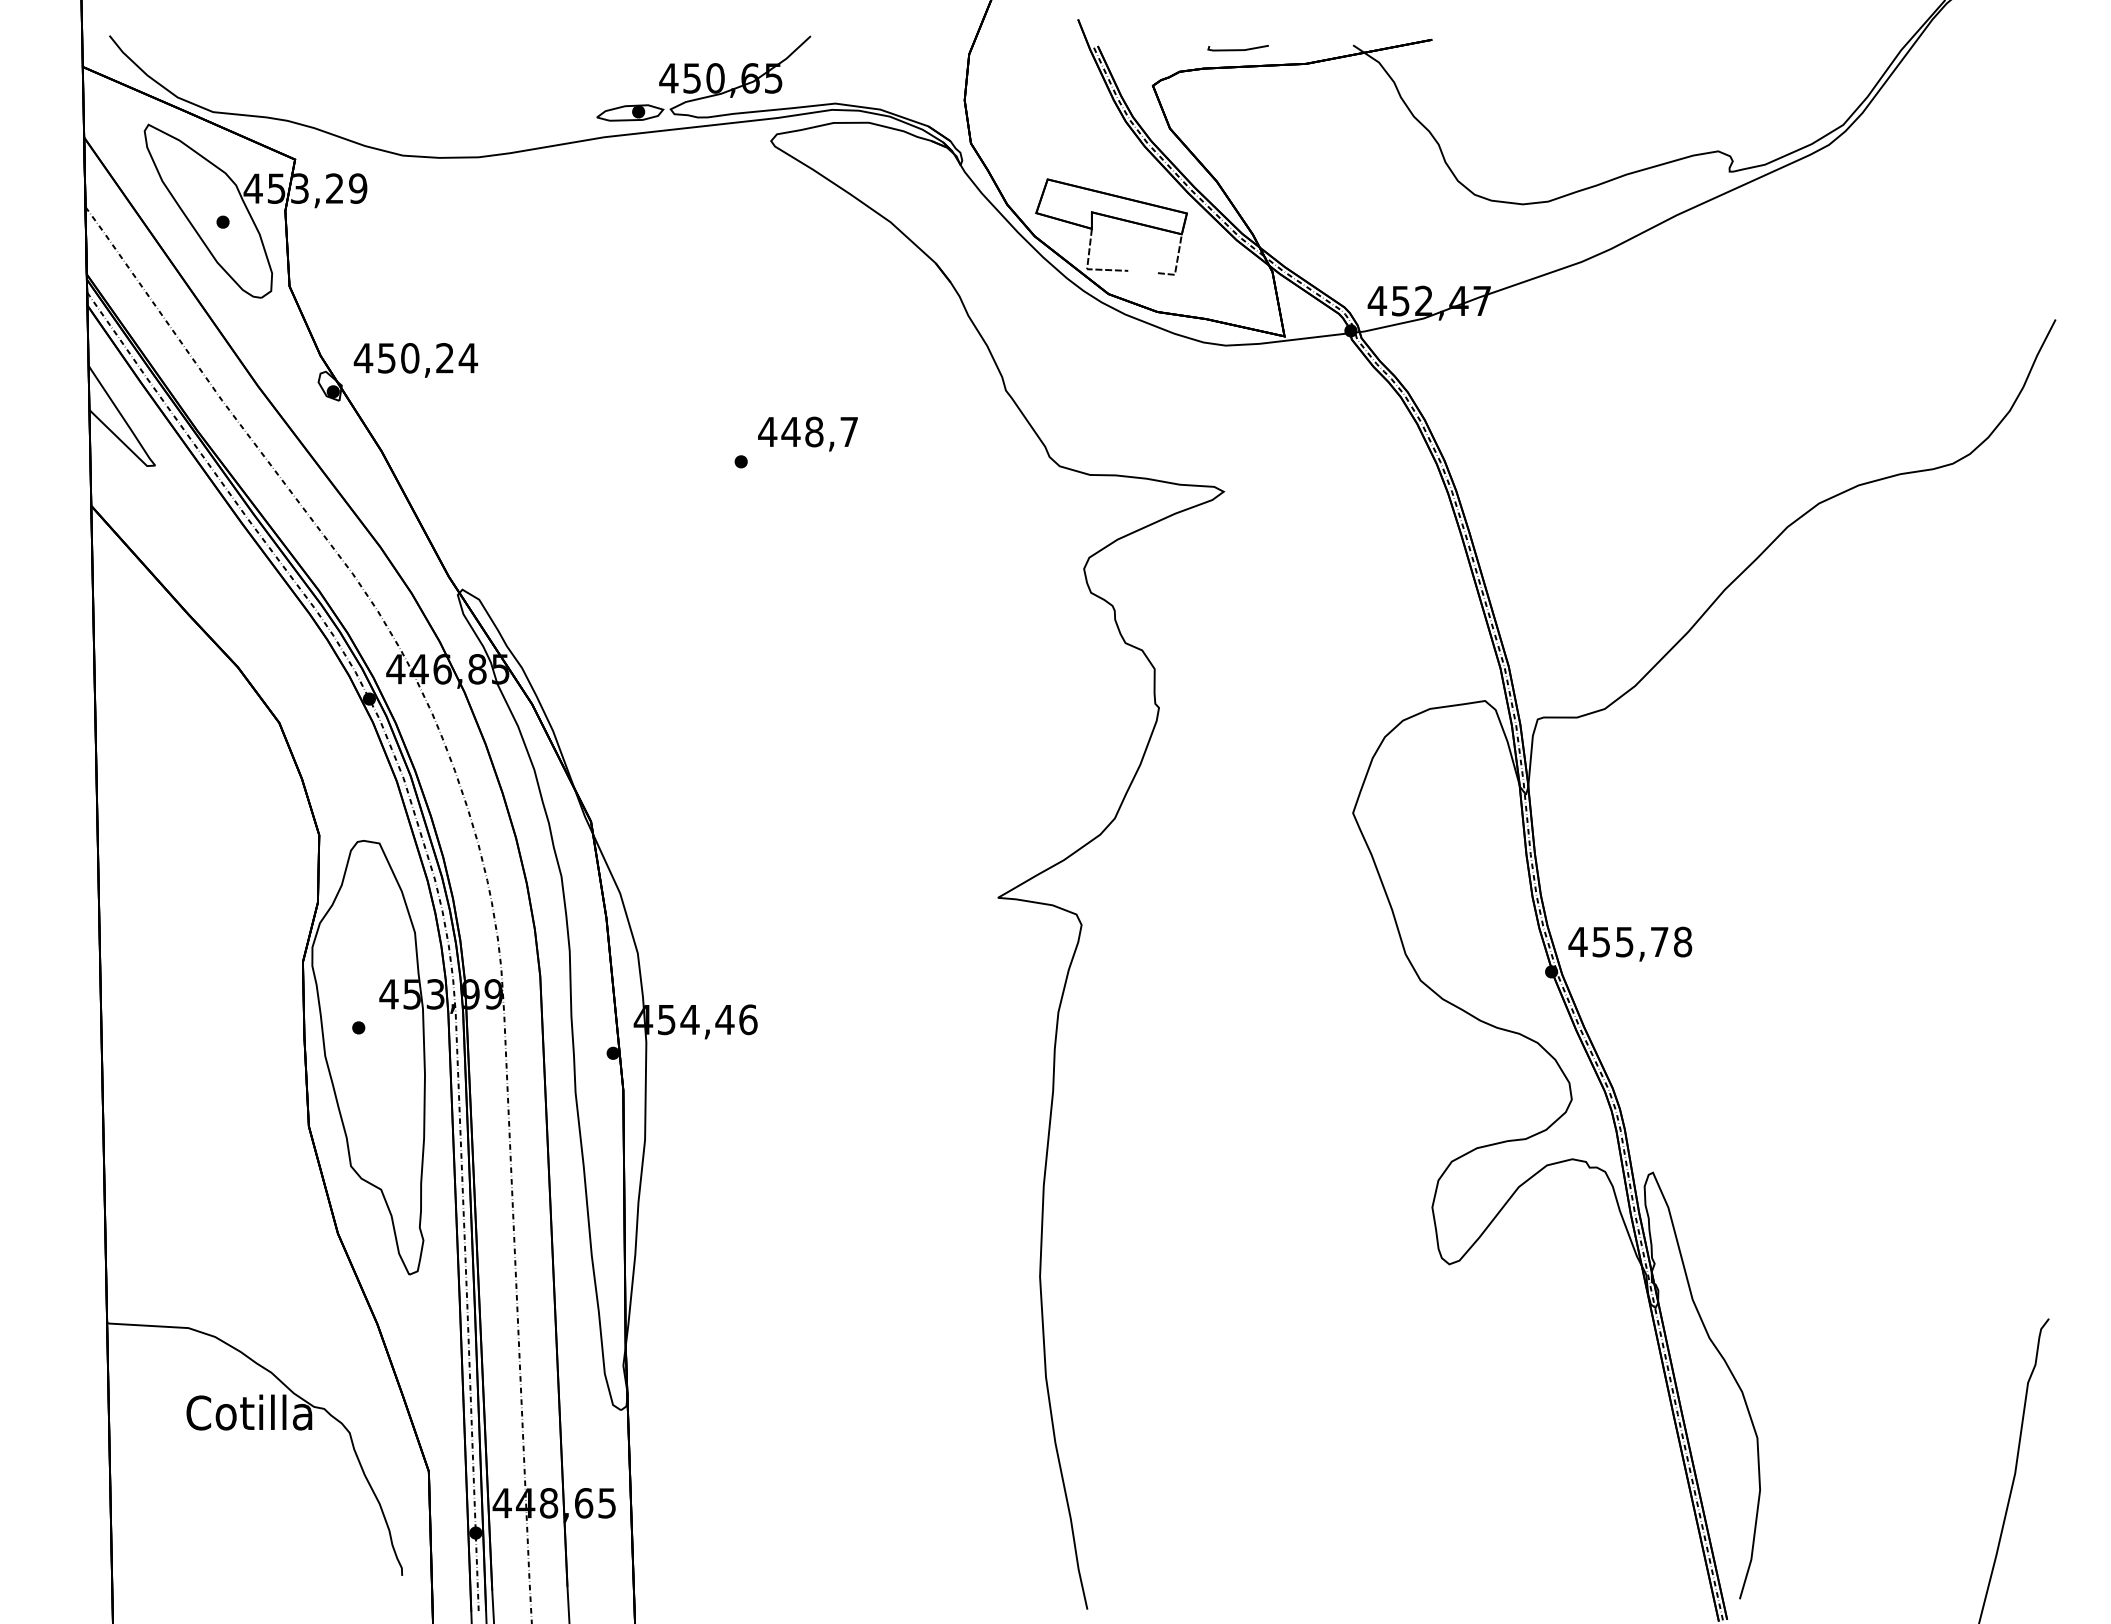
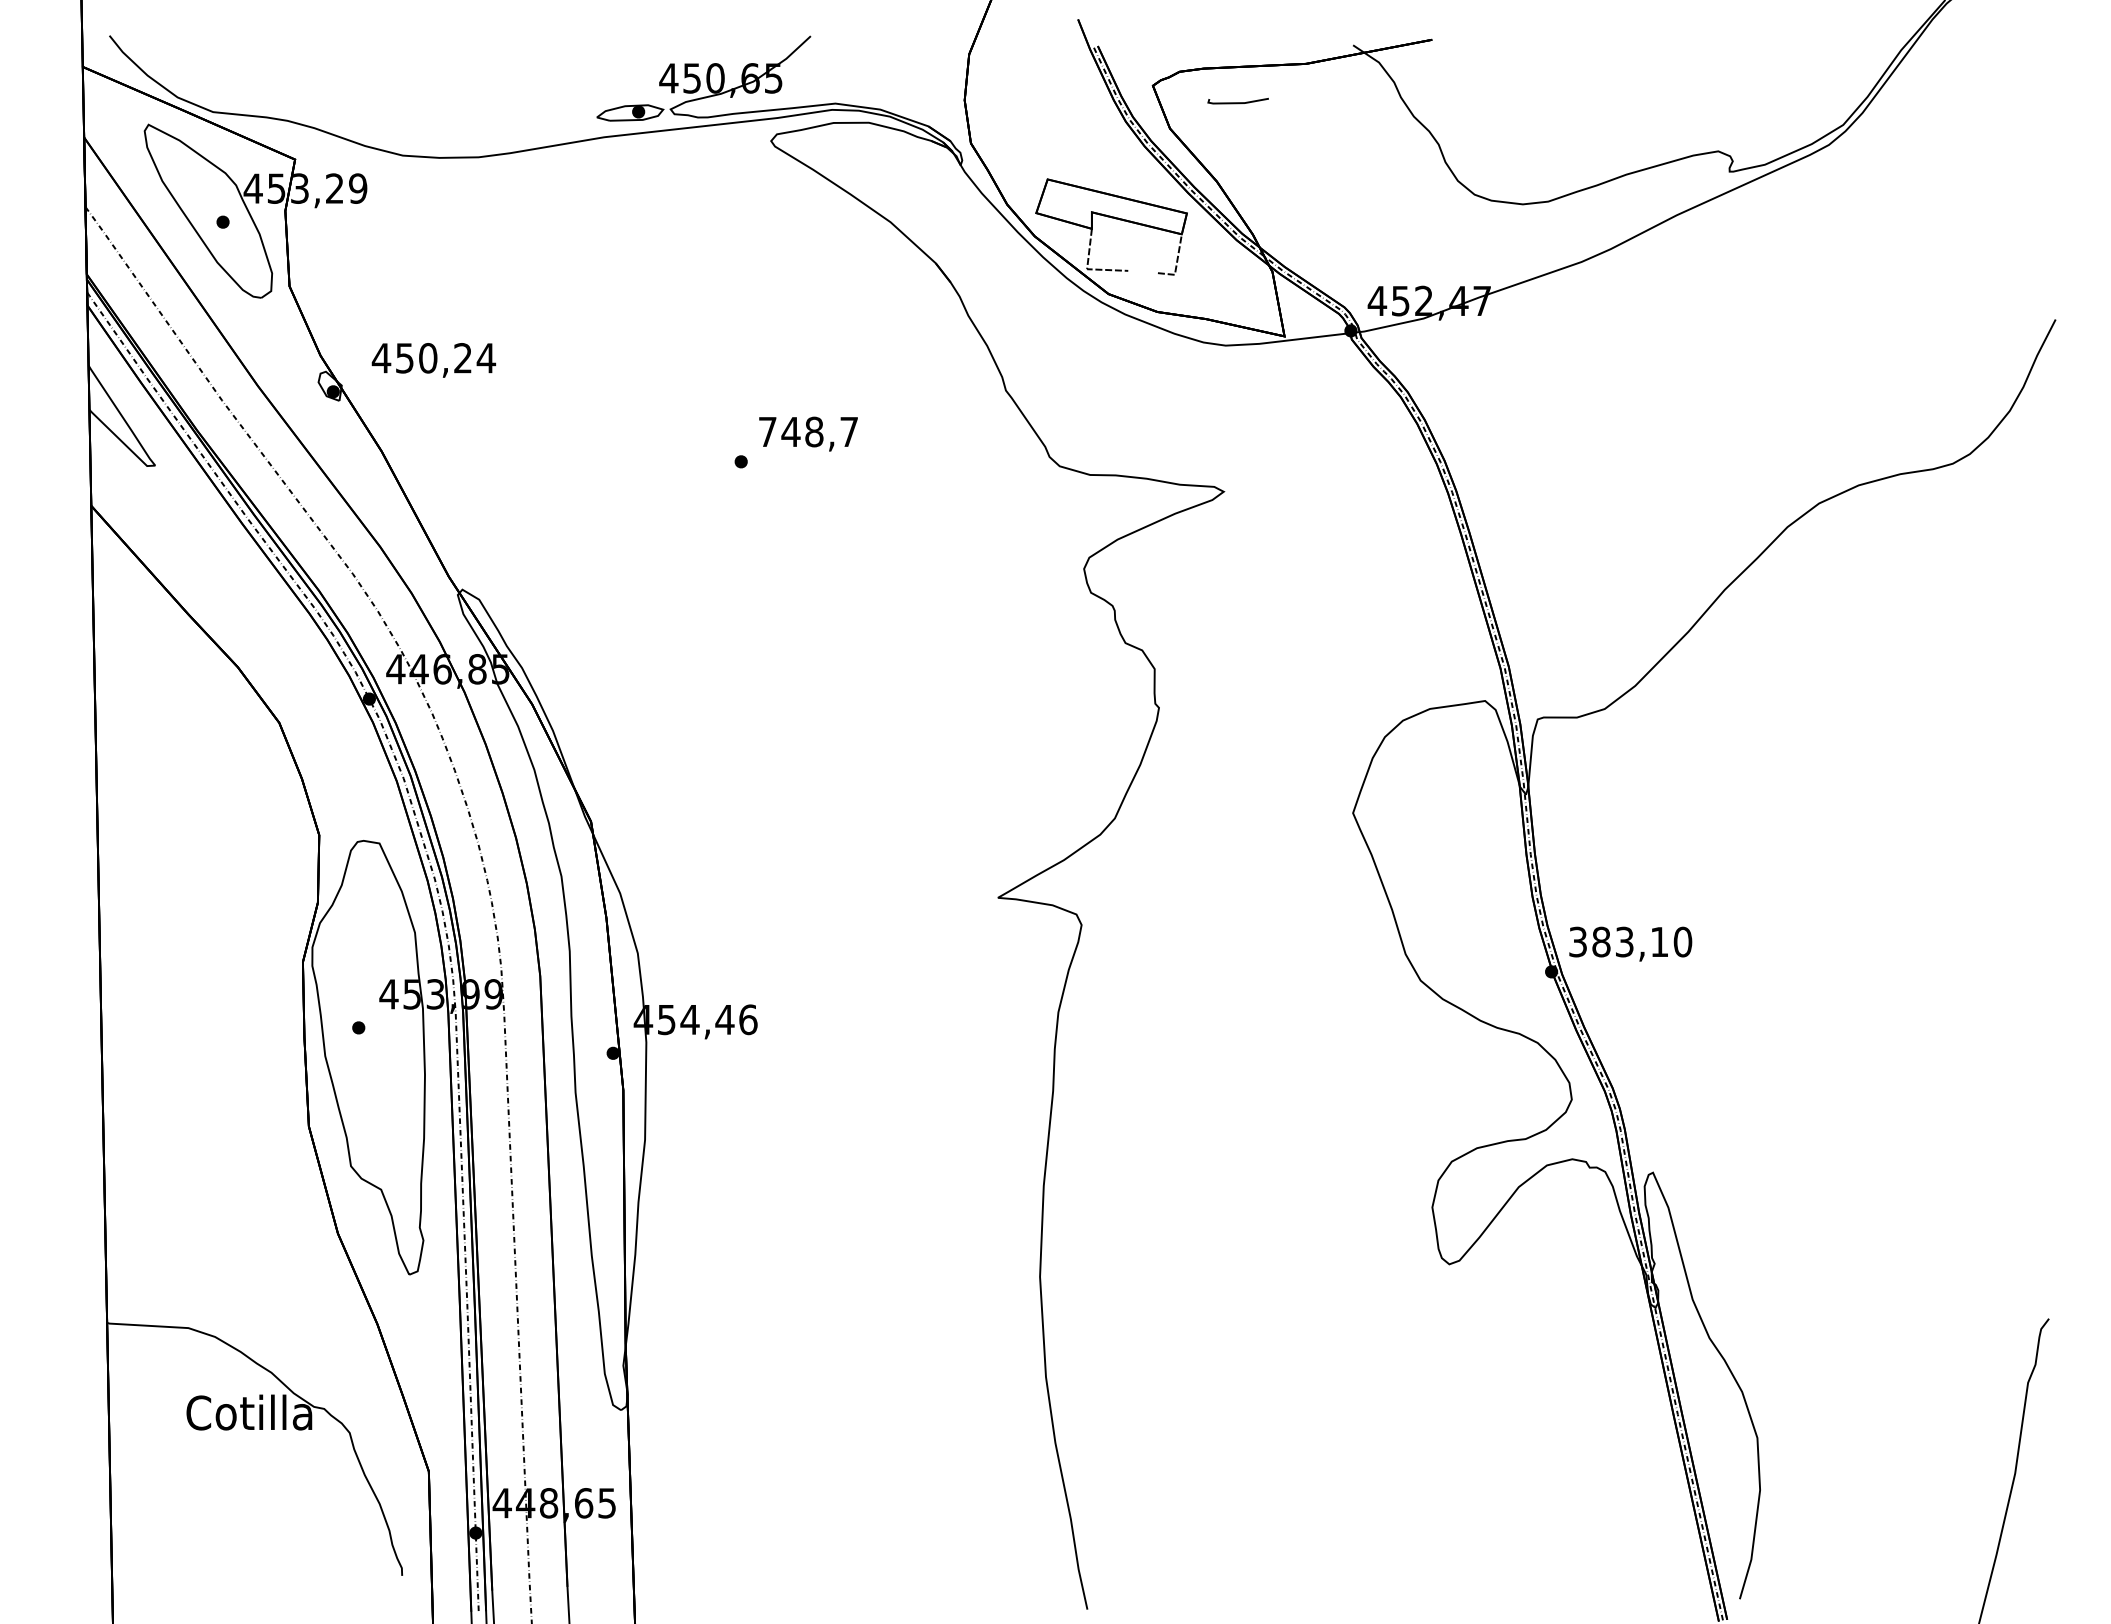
line at (1237, 49) position: (1237, 49) -> (1237, 102)
text at (415, 360) position: (415, 360) -> (433, 360)
text at (767, 431): 448,7 -> 748,7
text at (1630, 941): 455,78 -> 383,10
